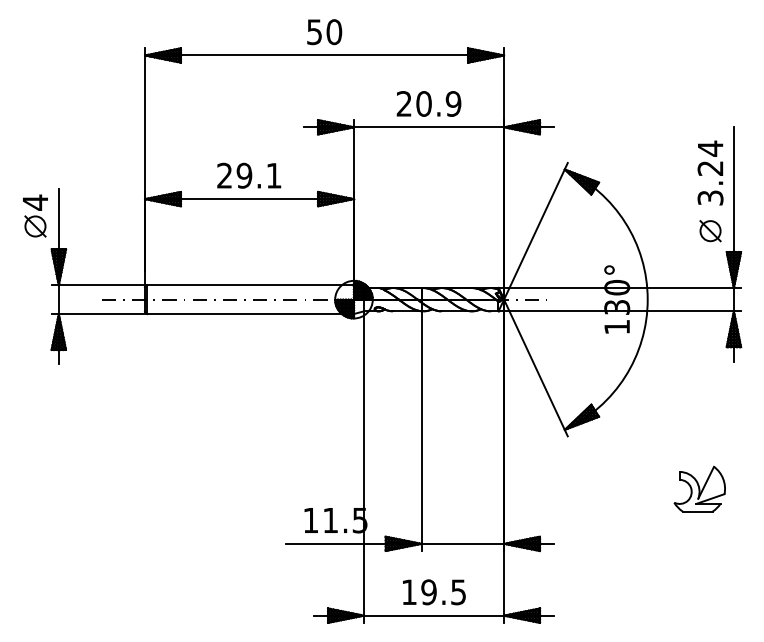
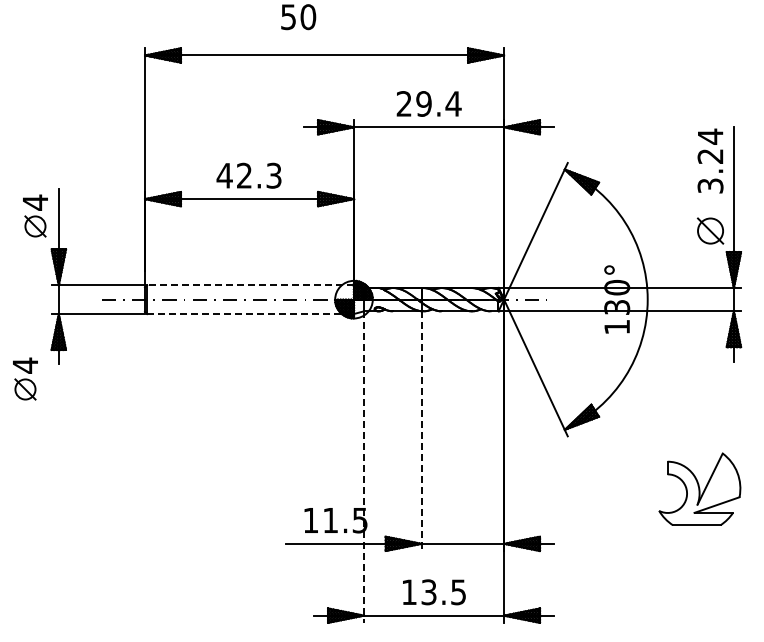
text at (324, 32) position: (324, 32) -> (298, 17)
text at (438, 103): 20.9 -> 29.4
text at (710, 172) position: (710, 172) -> (710, 160)
text at (248, 175): 29.1 -> 42.3
part at (710, 231) size: 23x23 px -> 28x28 px
line at (250, 285): solid -> dashed
line at (251, 314): solid -> dashed
part at (25, 378): none -> present
line at (421, 431): solid -> dashed
line at (364, 467): solid -> dashed
part at (699, 488) size: 53x48 px -> 84x74 px
text at (428, 592): 19.5 -> 13.5
